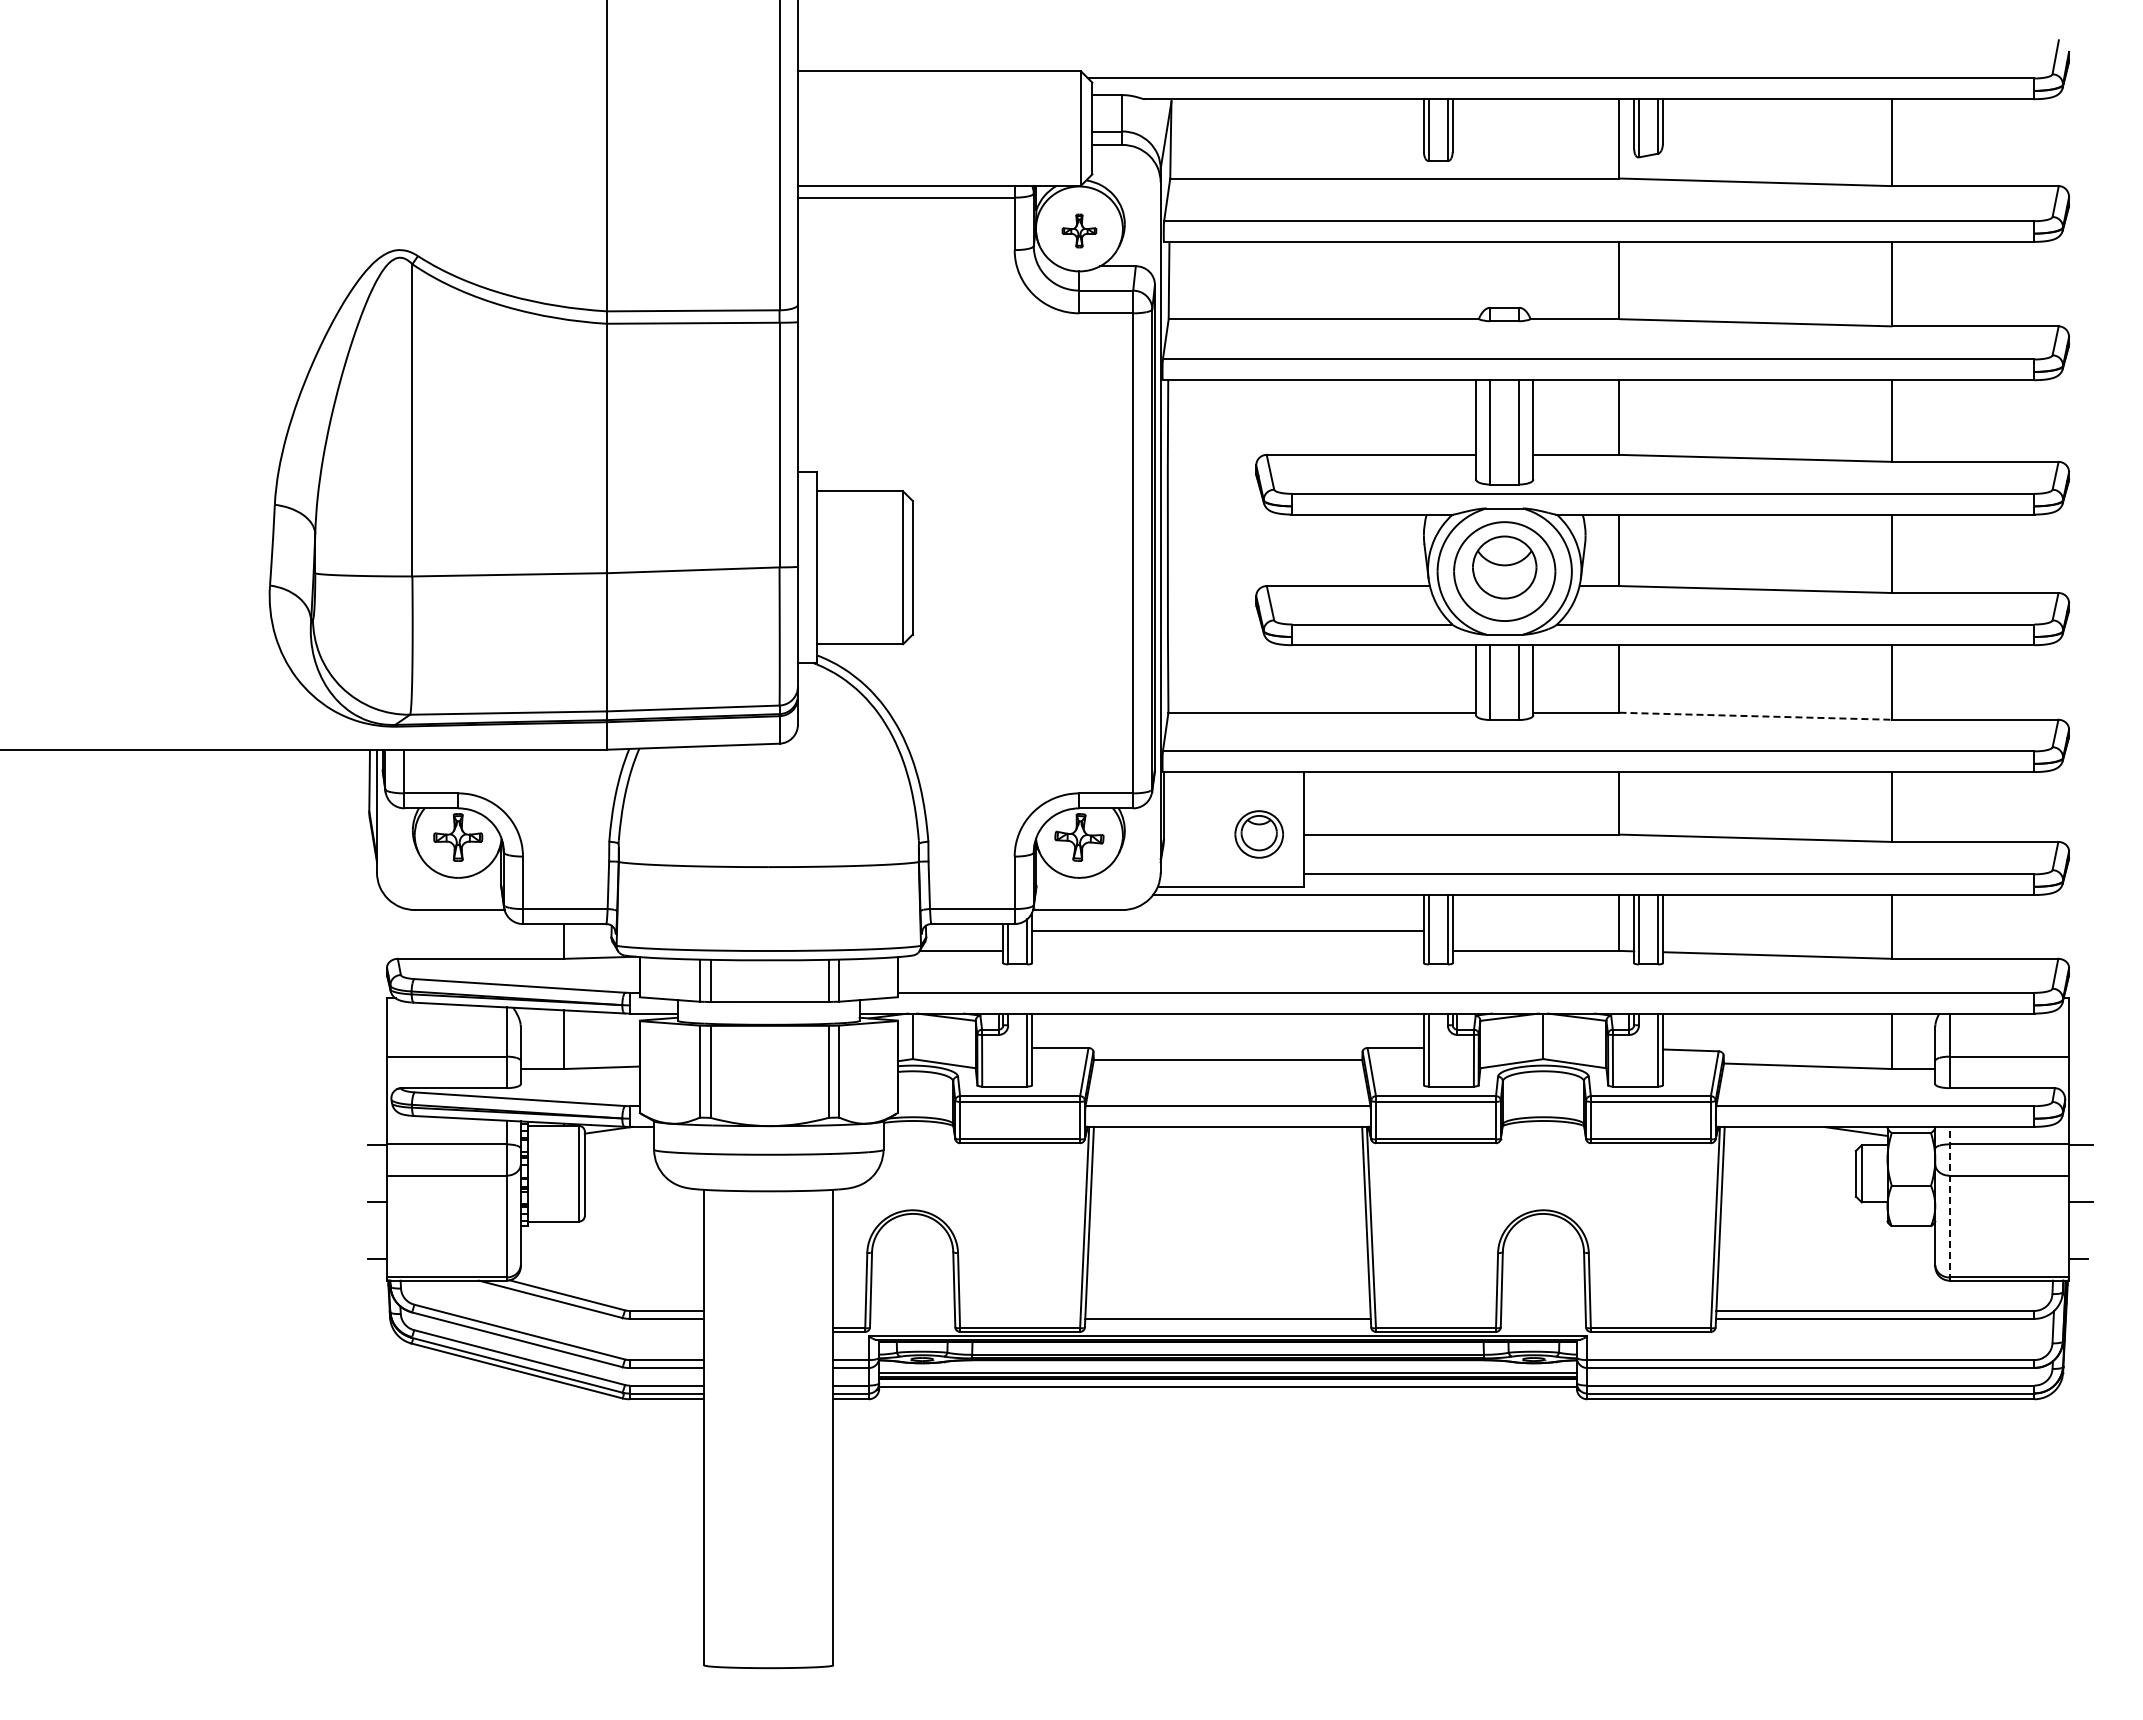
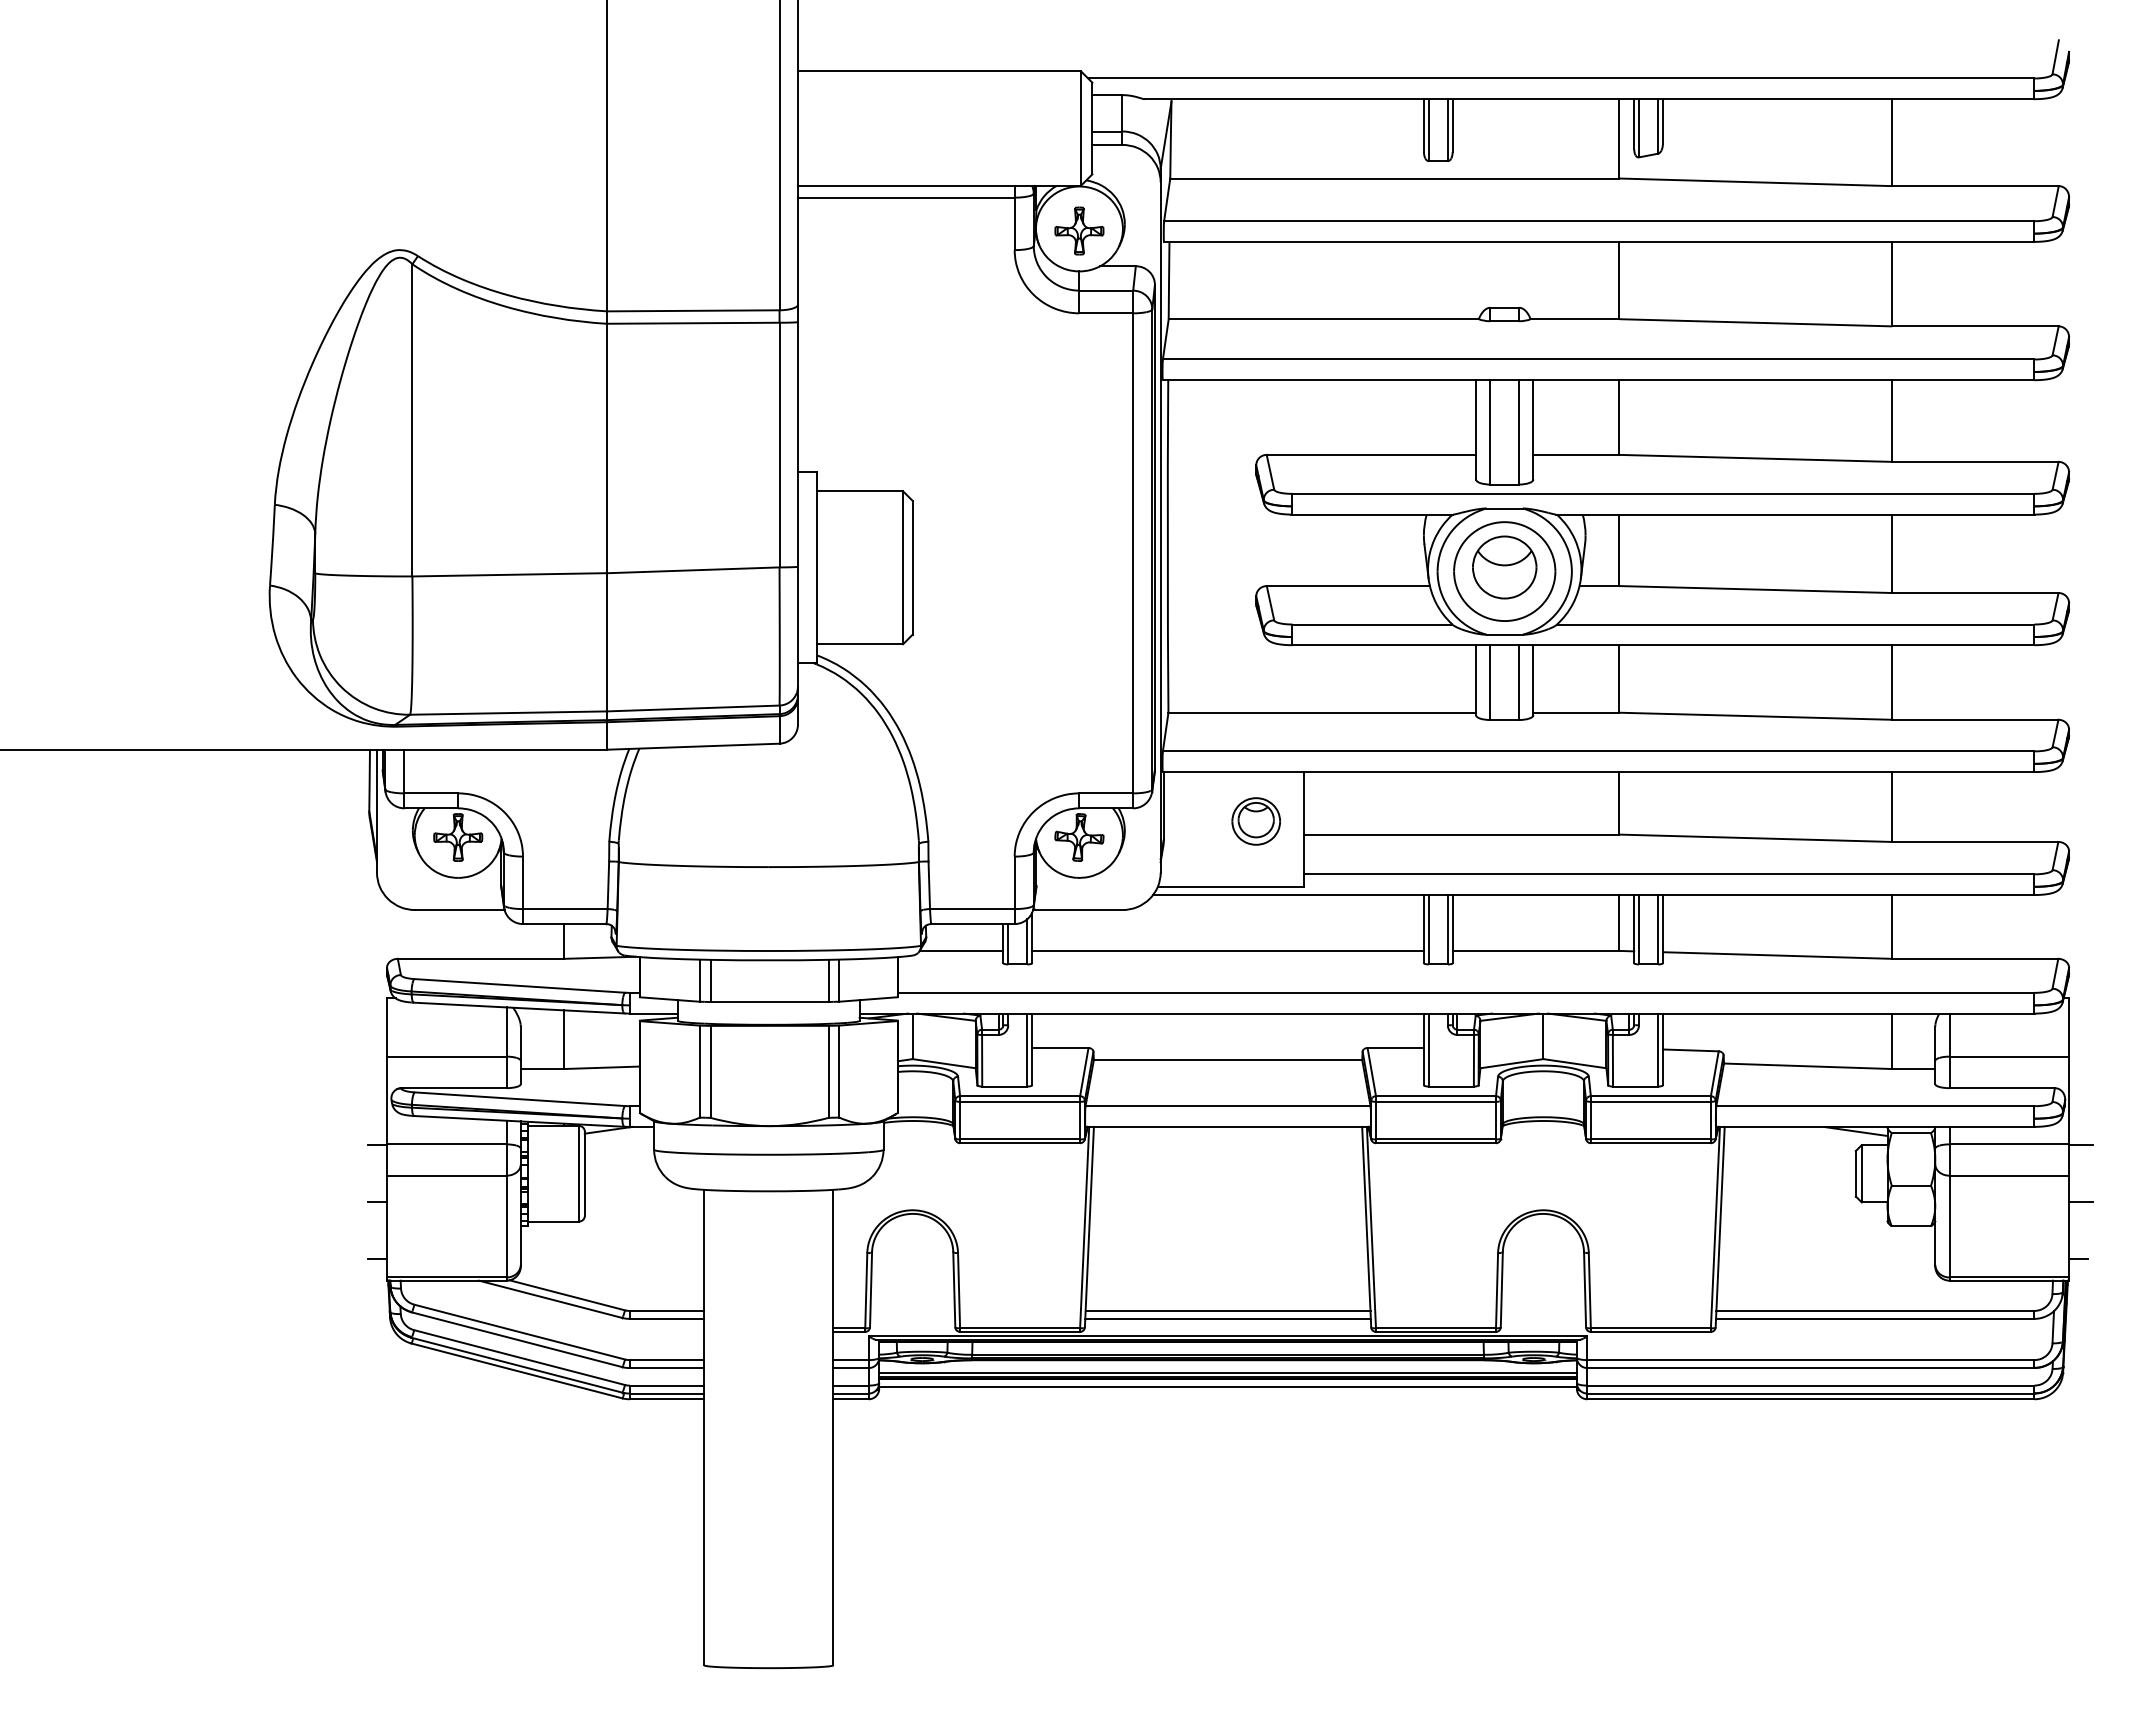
part at (1079, 230) size: 37x36 px -> 51x50 px
line at (1756, 716): dashed -> solid
part at (1258, 834) position: (1258, 834) -> (1255, 821)
line at (1227, 930) position: (1227, 930) -> (1227, 950)
line at (1949, 1203): dashed -> solid
line at (1227, 1310): none -> present
